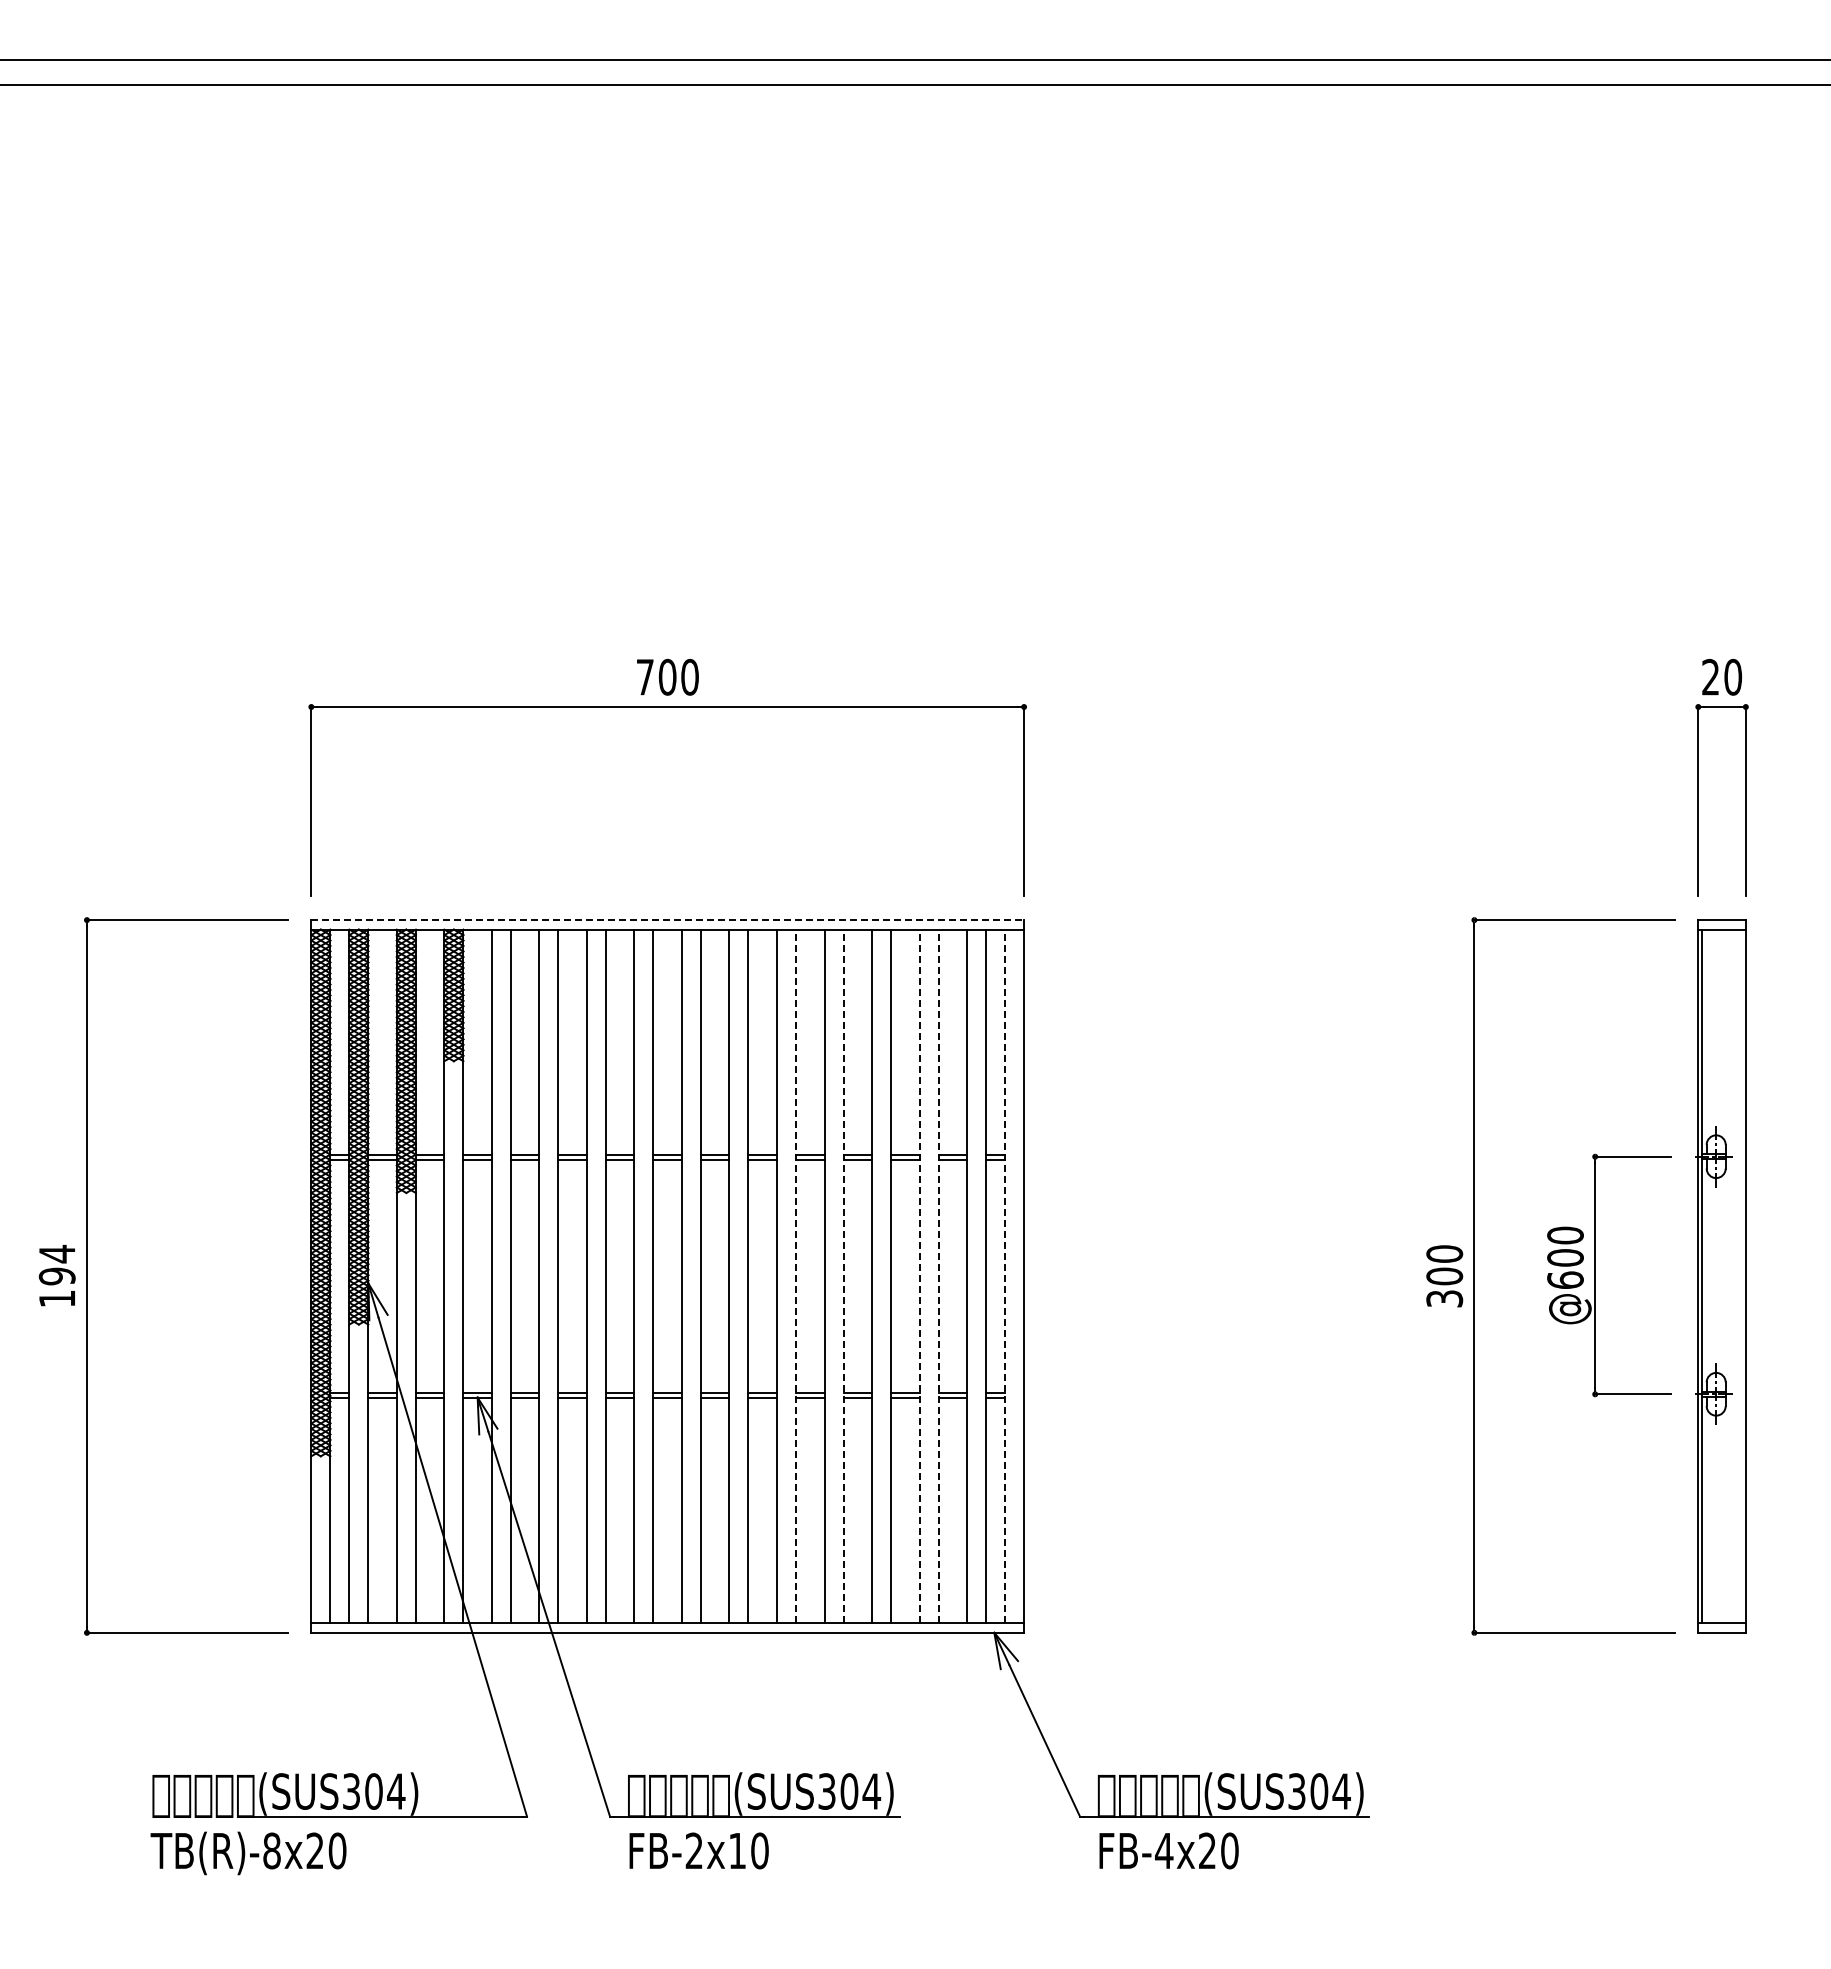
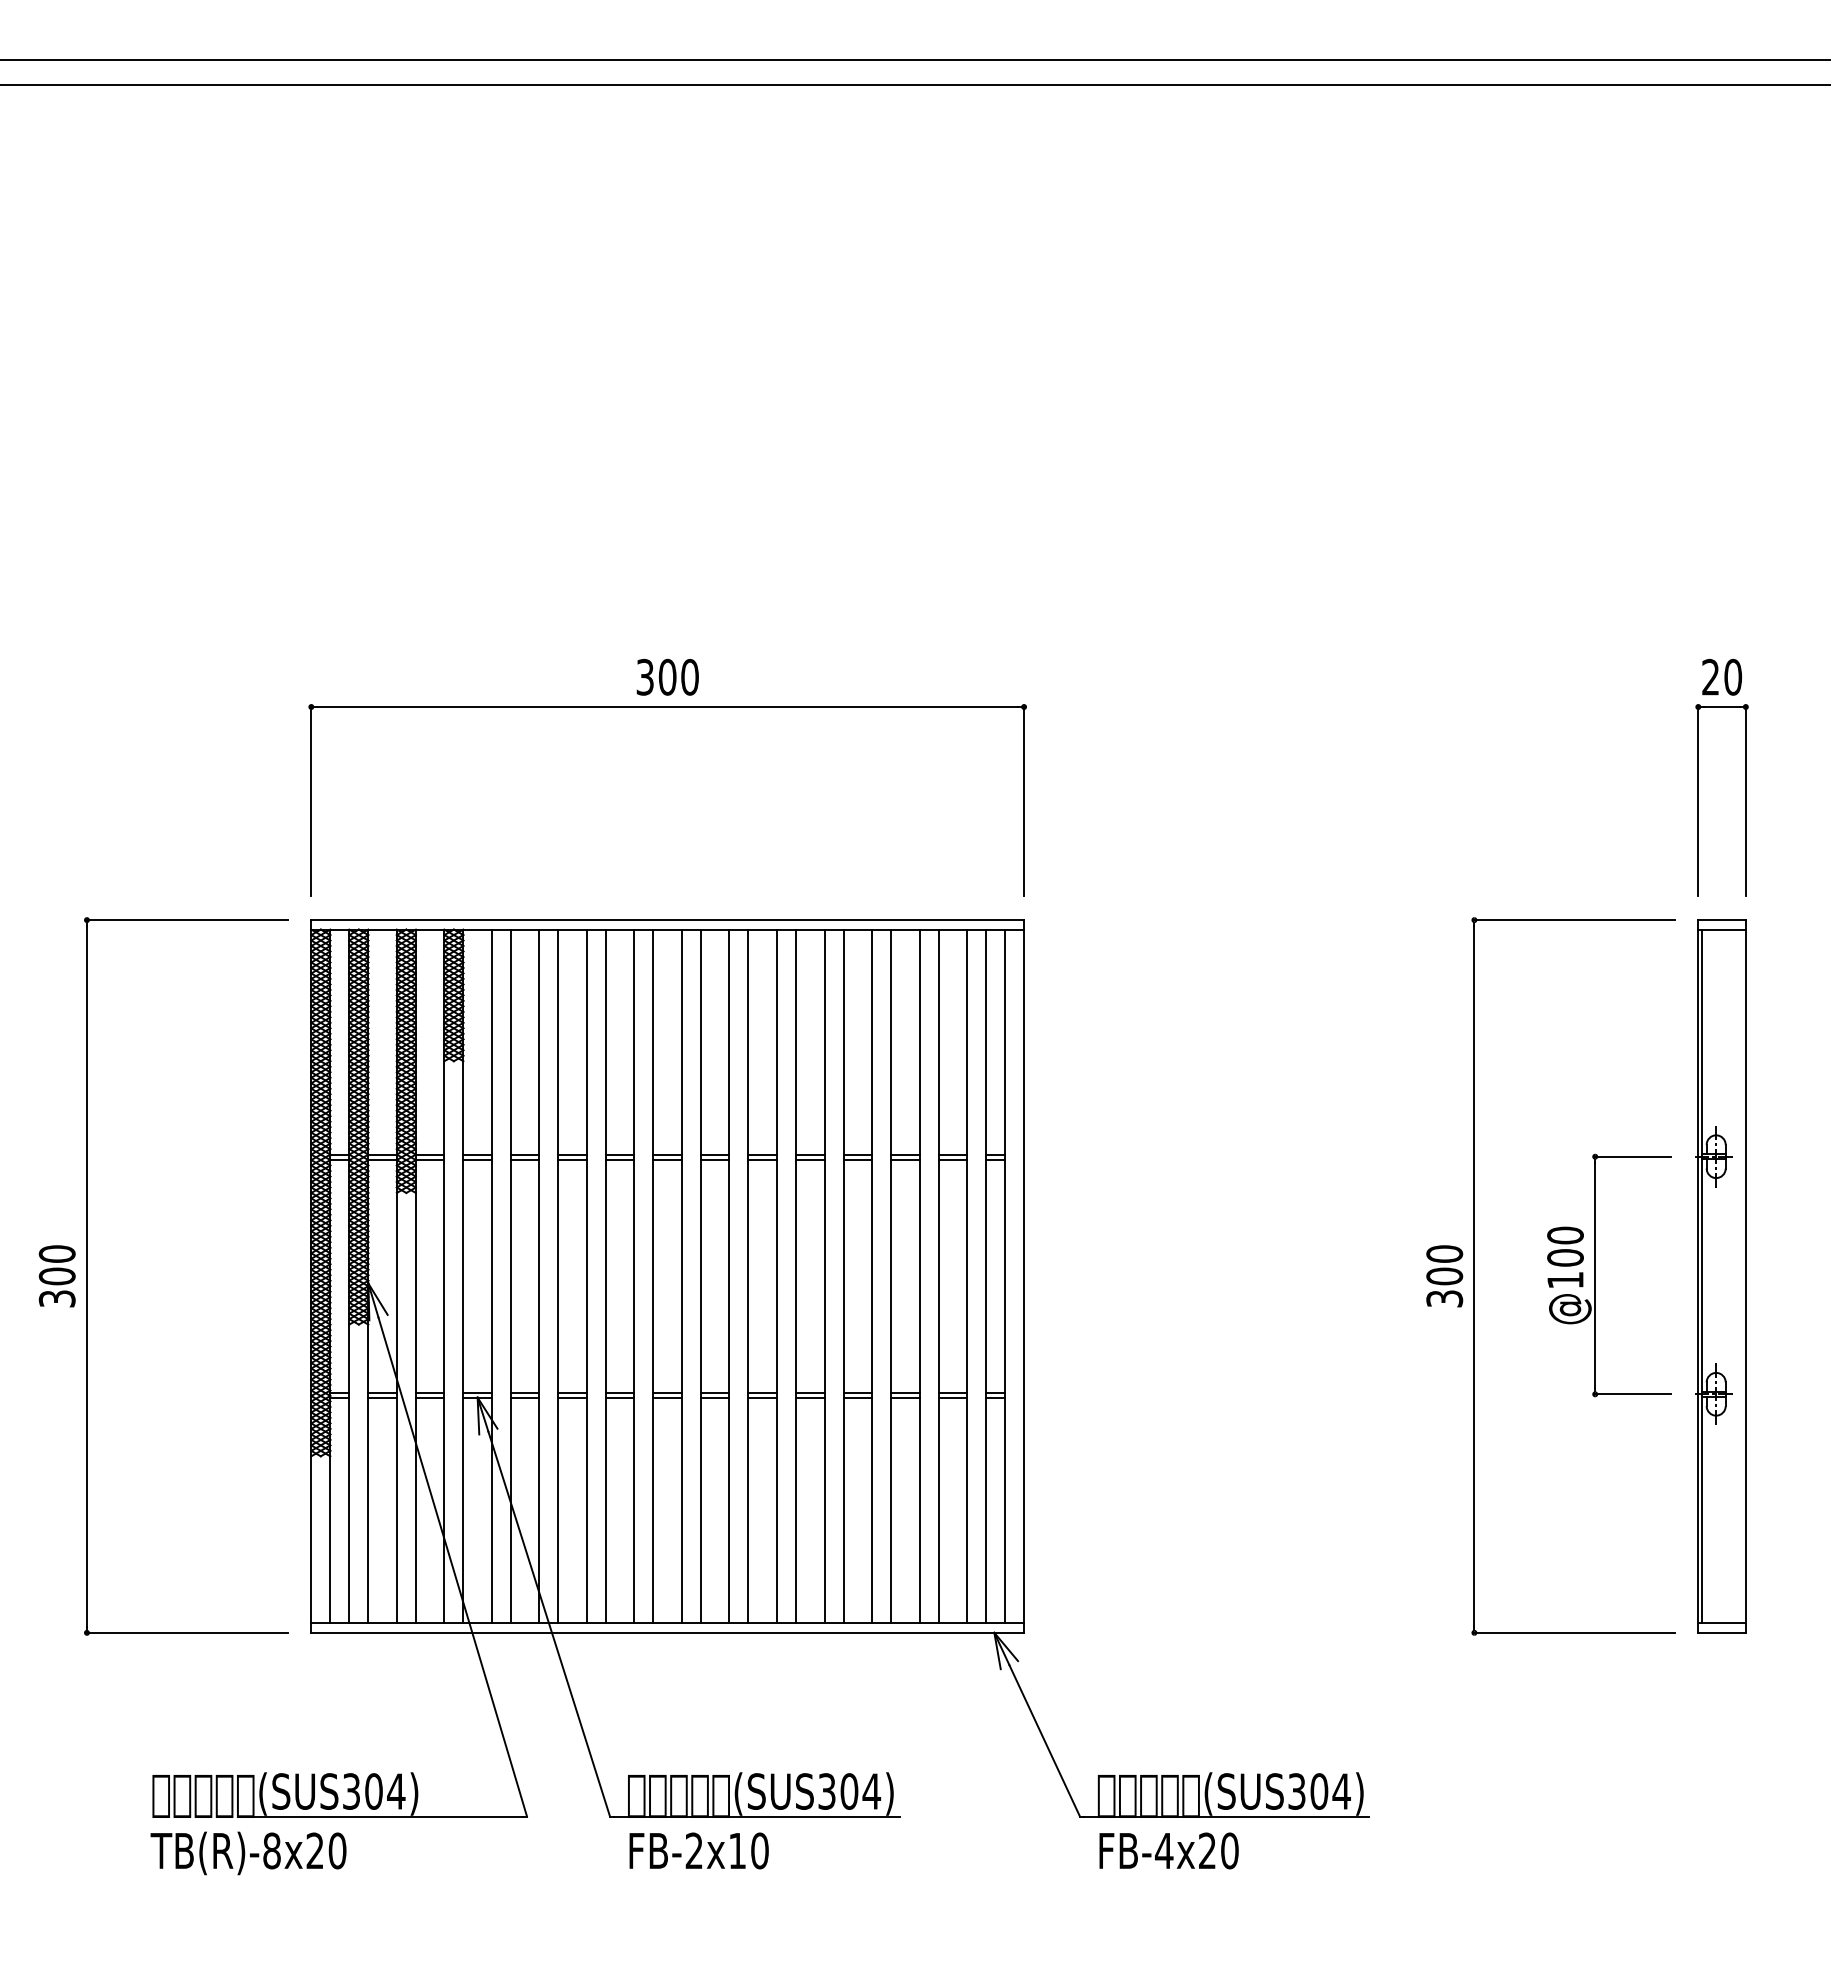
text at (644, 676): 700 -> 300
line at (668, 920): dashed -> solid
text at (56, 1275): 194 -> 300
line at (795, 1276): dashed -> solid
line at (843, 1276): dashed -> solid
line at (919, 1276): dashed -> solid
line at (938, 1276): dashed -> solid
line at (1005, 1276): dashed -> solid
text at (1565, 1279): @600 -> @100
